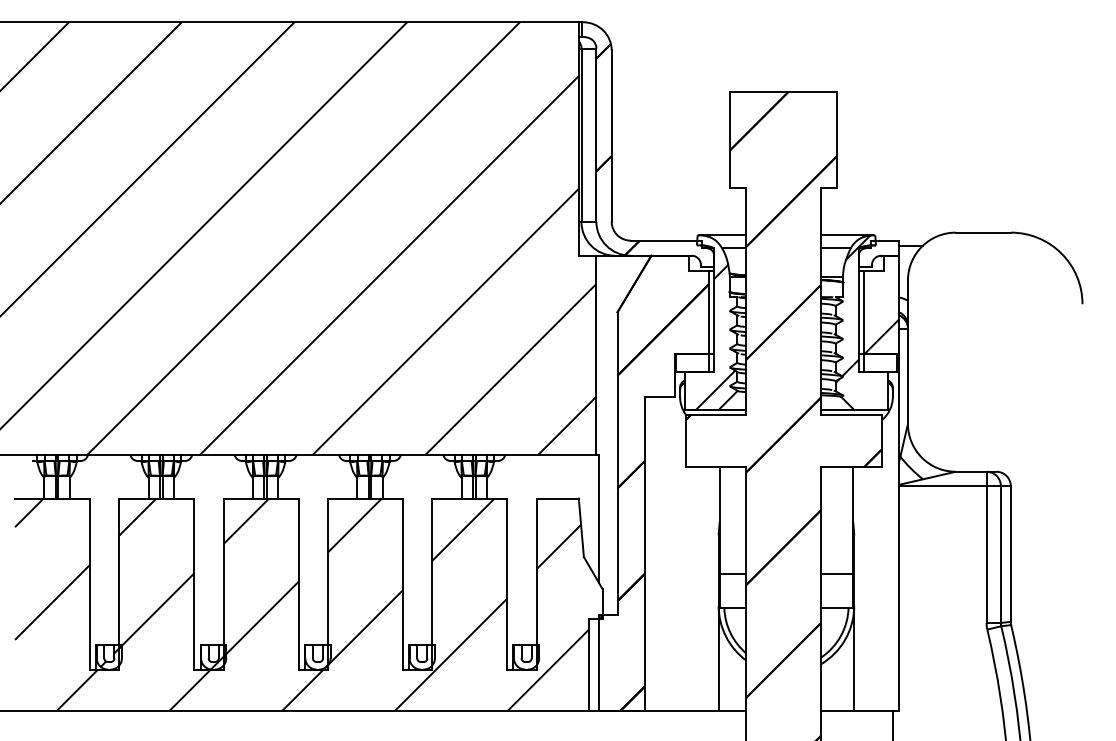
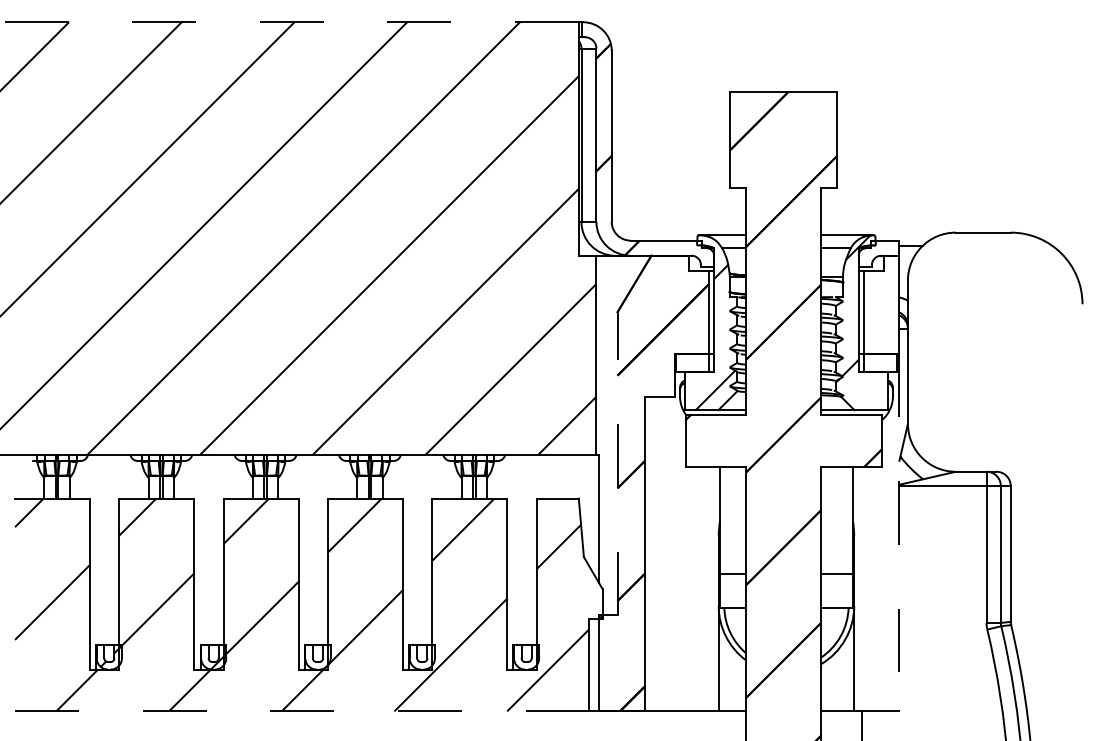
line at (289, 22): solid -> dashed
hatch at (881, 336): present -> none
line at (617, 463): solid -> dashed
line at (899, 532): solid -> dashed
line at (294, 711): solid -> dashed
line at (892, 724) position: (892, 724) -> (861, 724)
